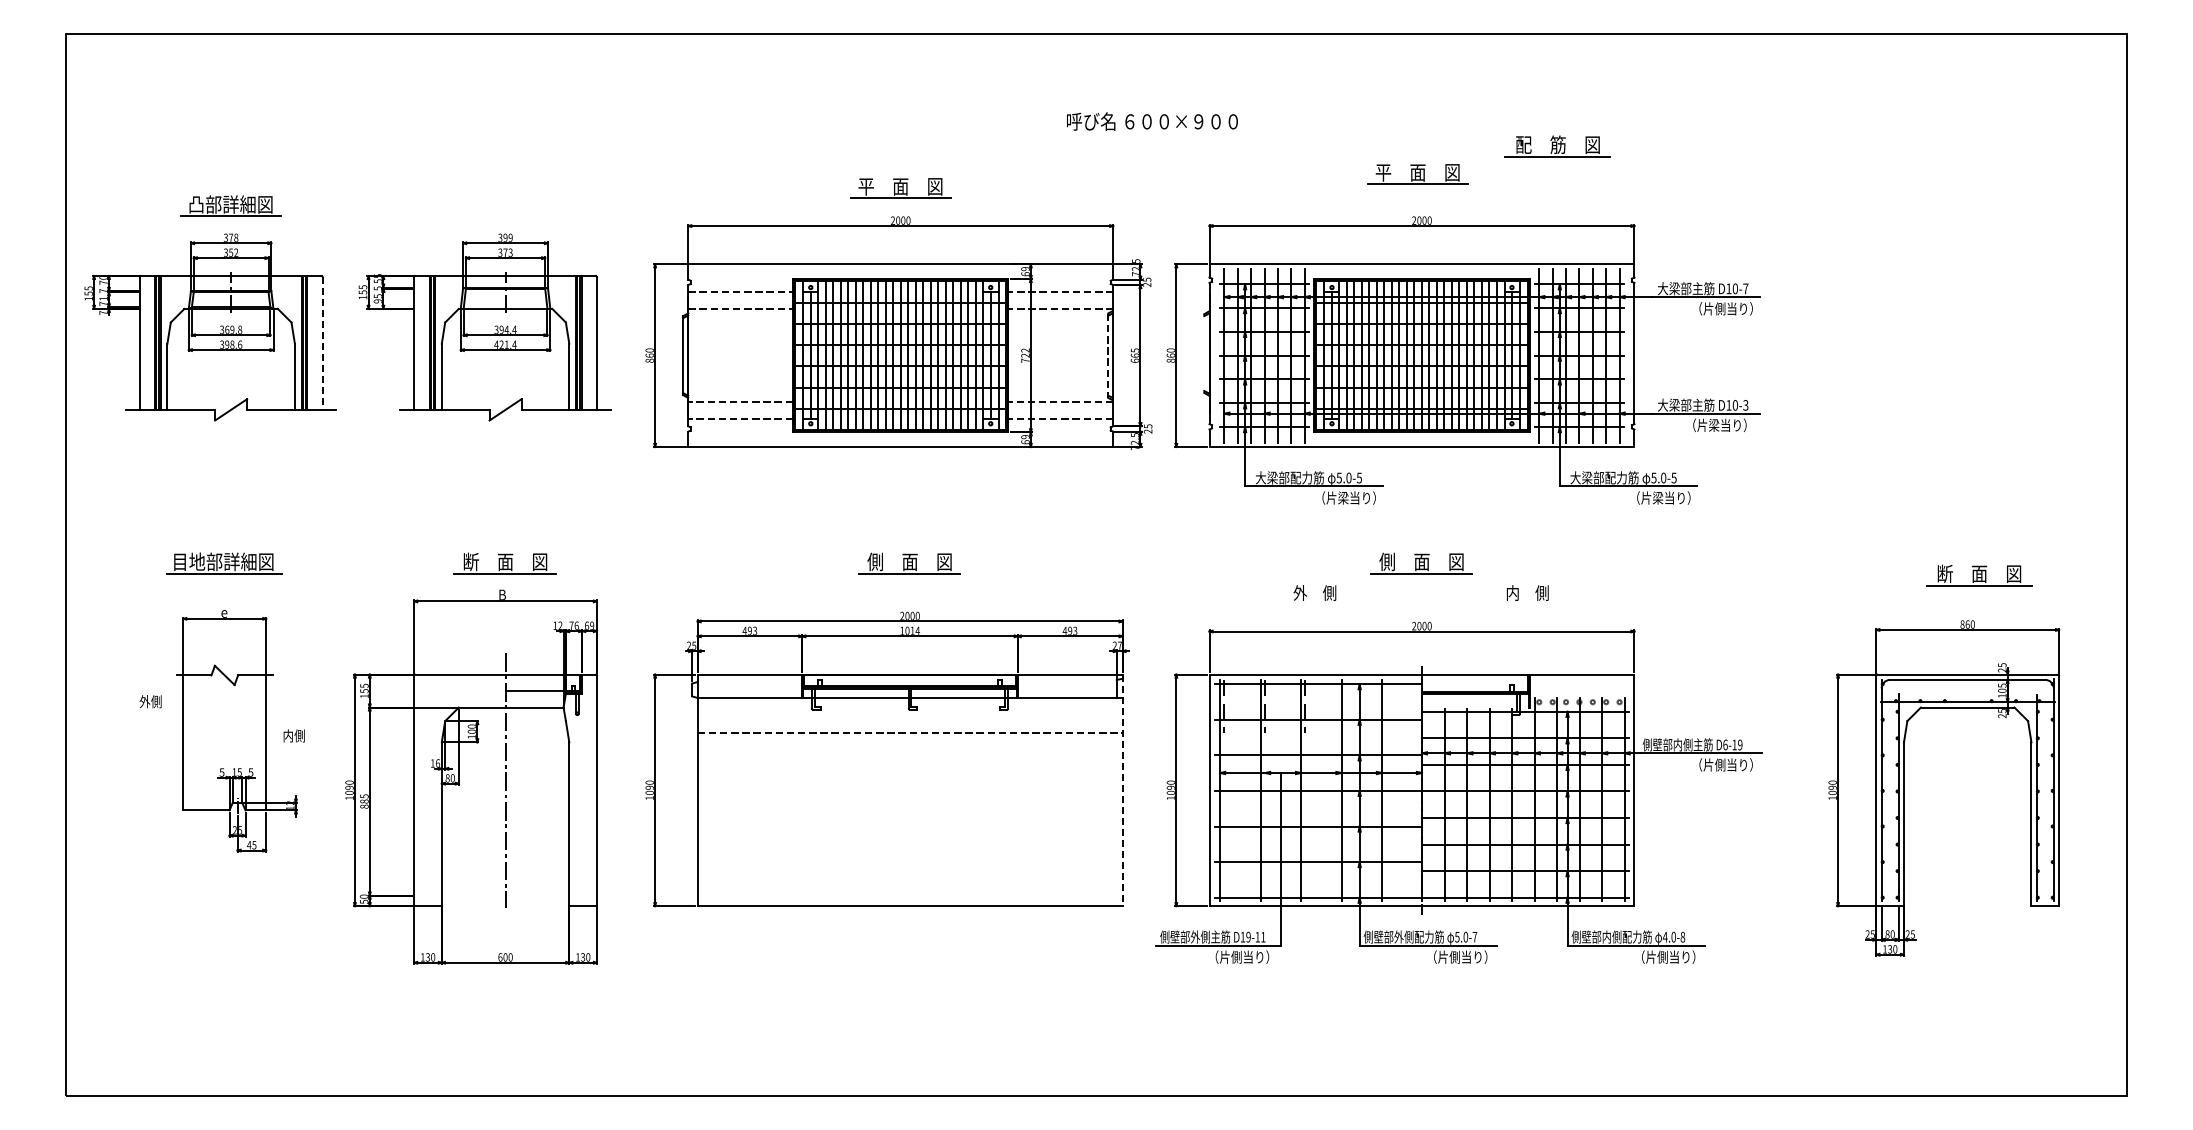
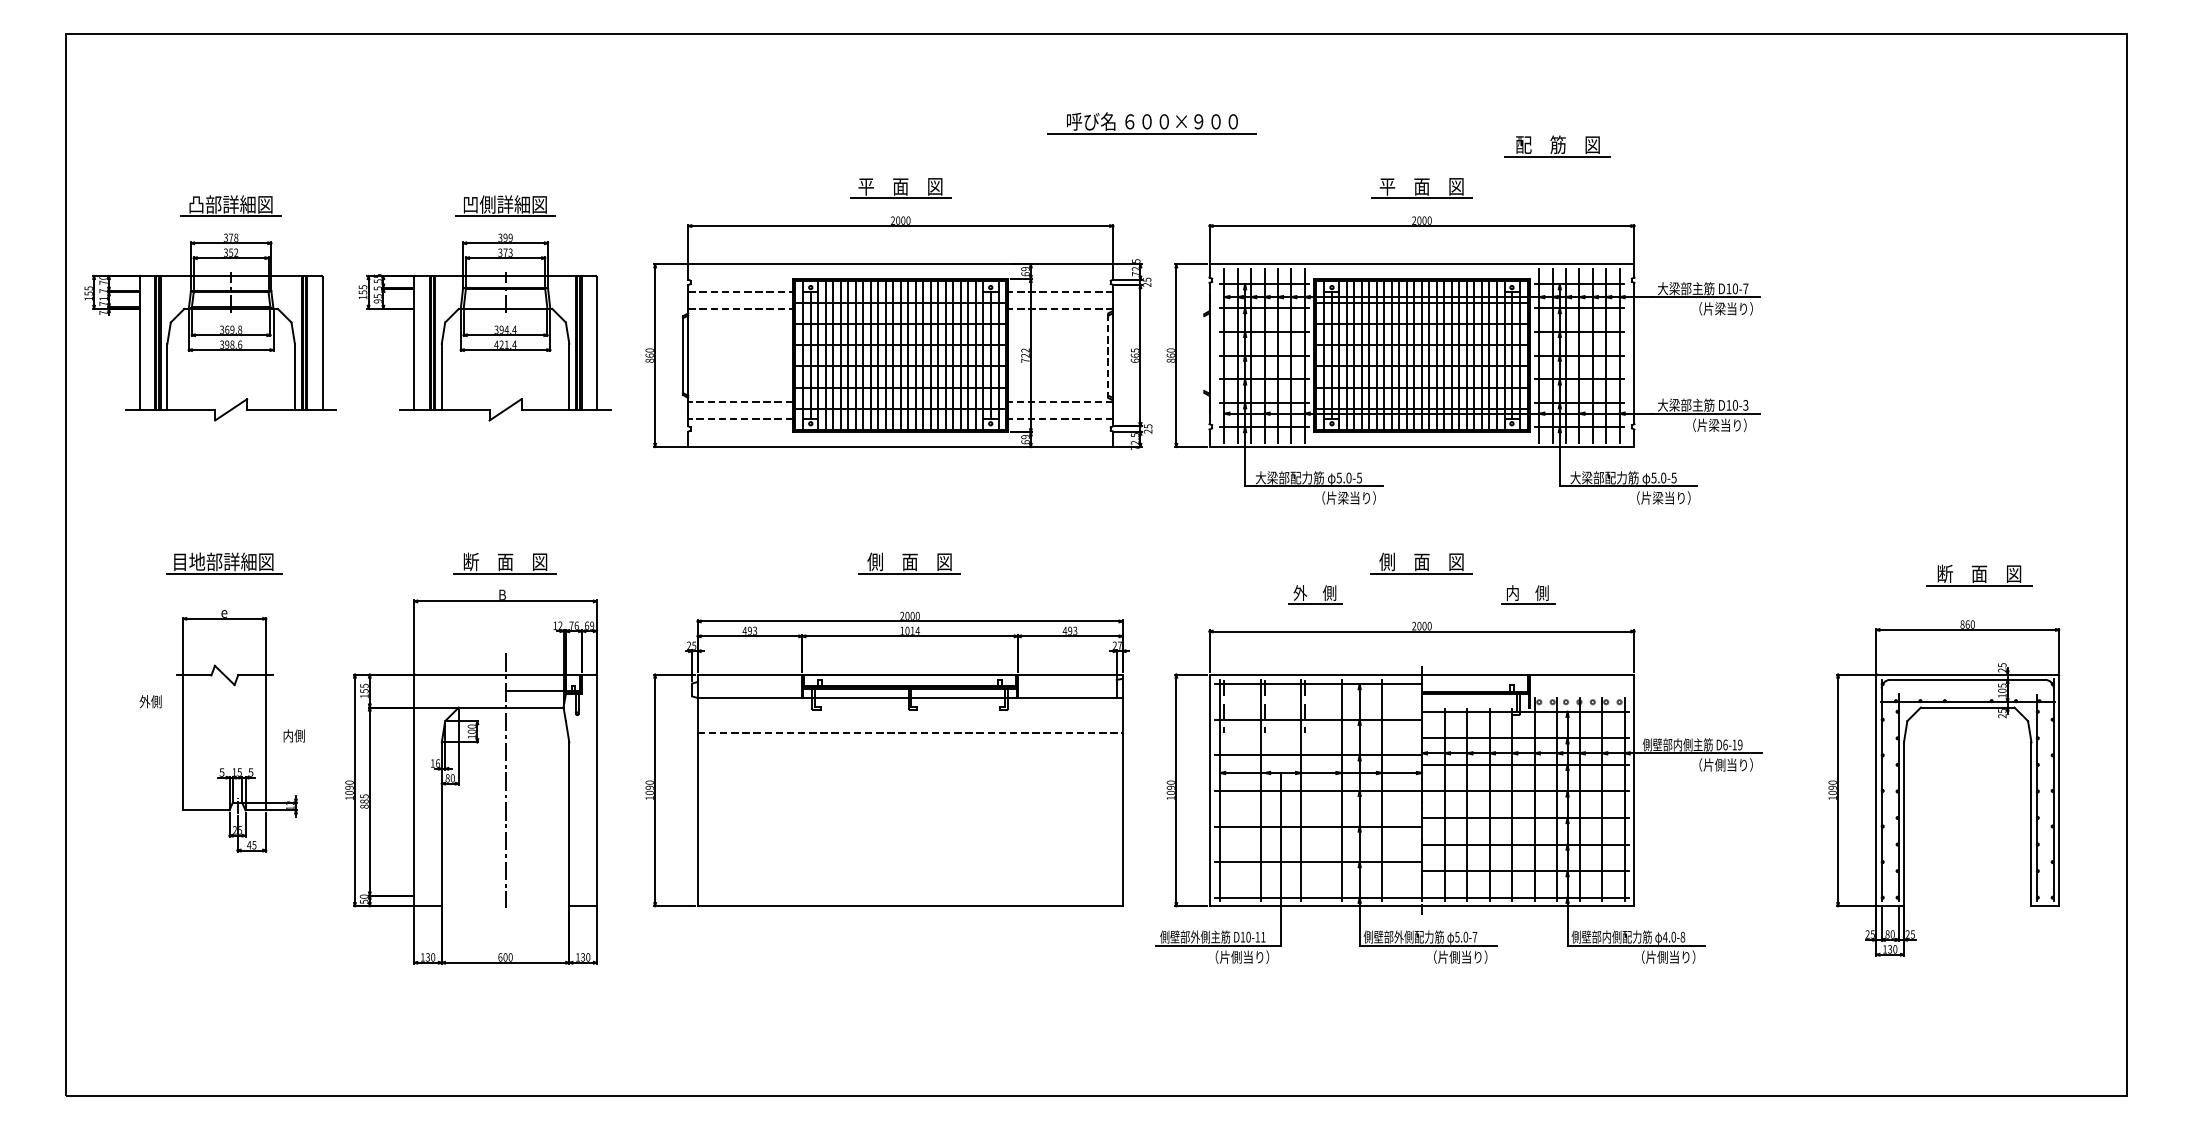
line at (1152, 133): none -> present
part at (1417, 174) position: (1417, 174) -> (1421, 188)
part at (505, 205): none -> present
text at (1720, 308): （片側当り） -> （片梁当り）
line at (322, 343): dashed -> solid
line at (1315, 603): none -> present
line at (1527, 603): none -> present
line at (1122, 790): dashed -> solid
text at (1248, 937): D19-11 -> D10-11
